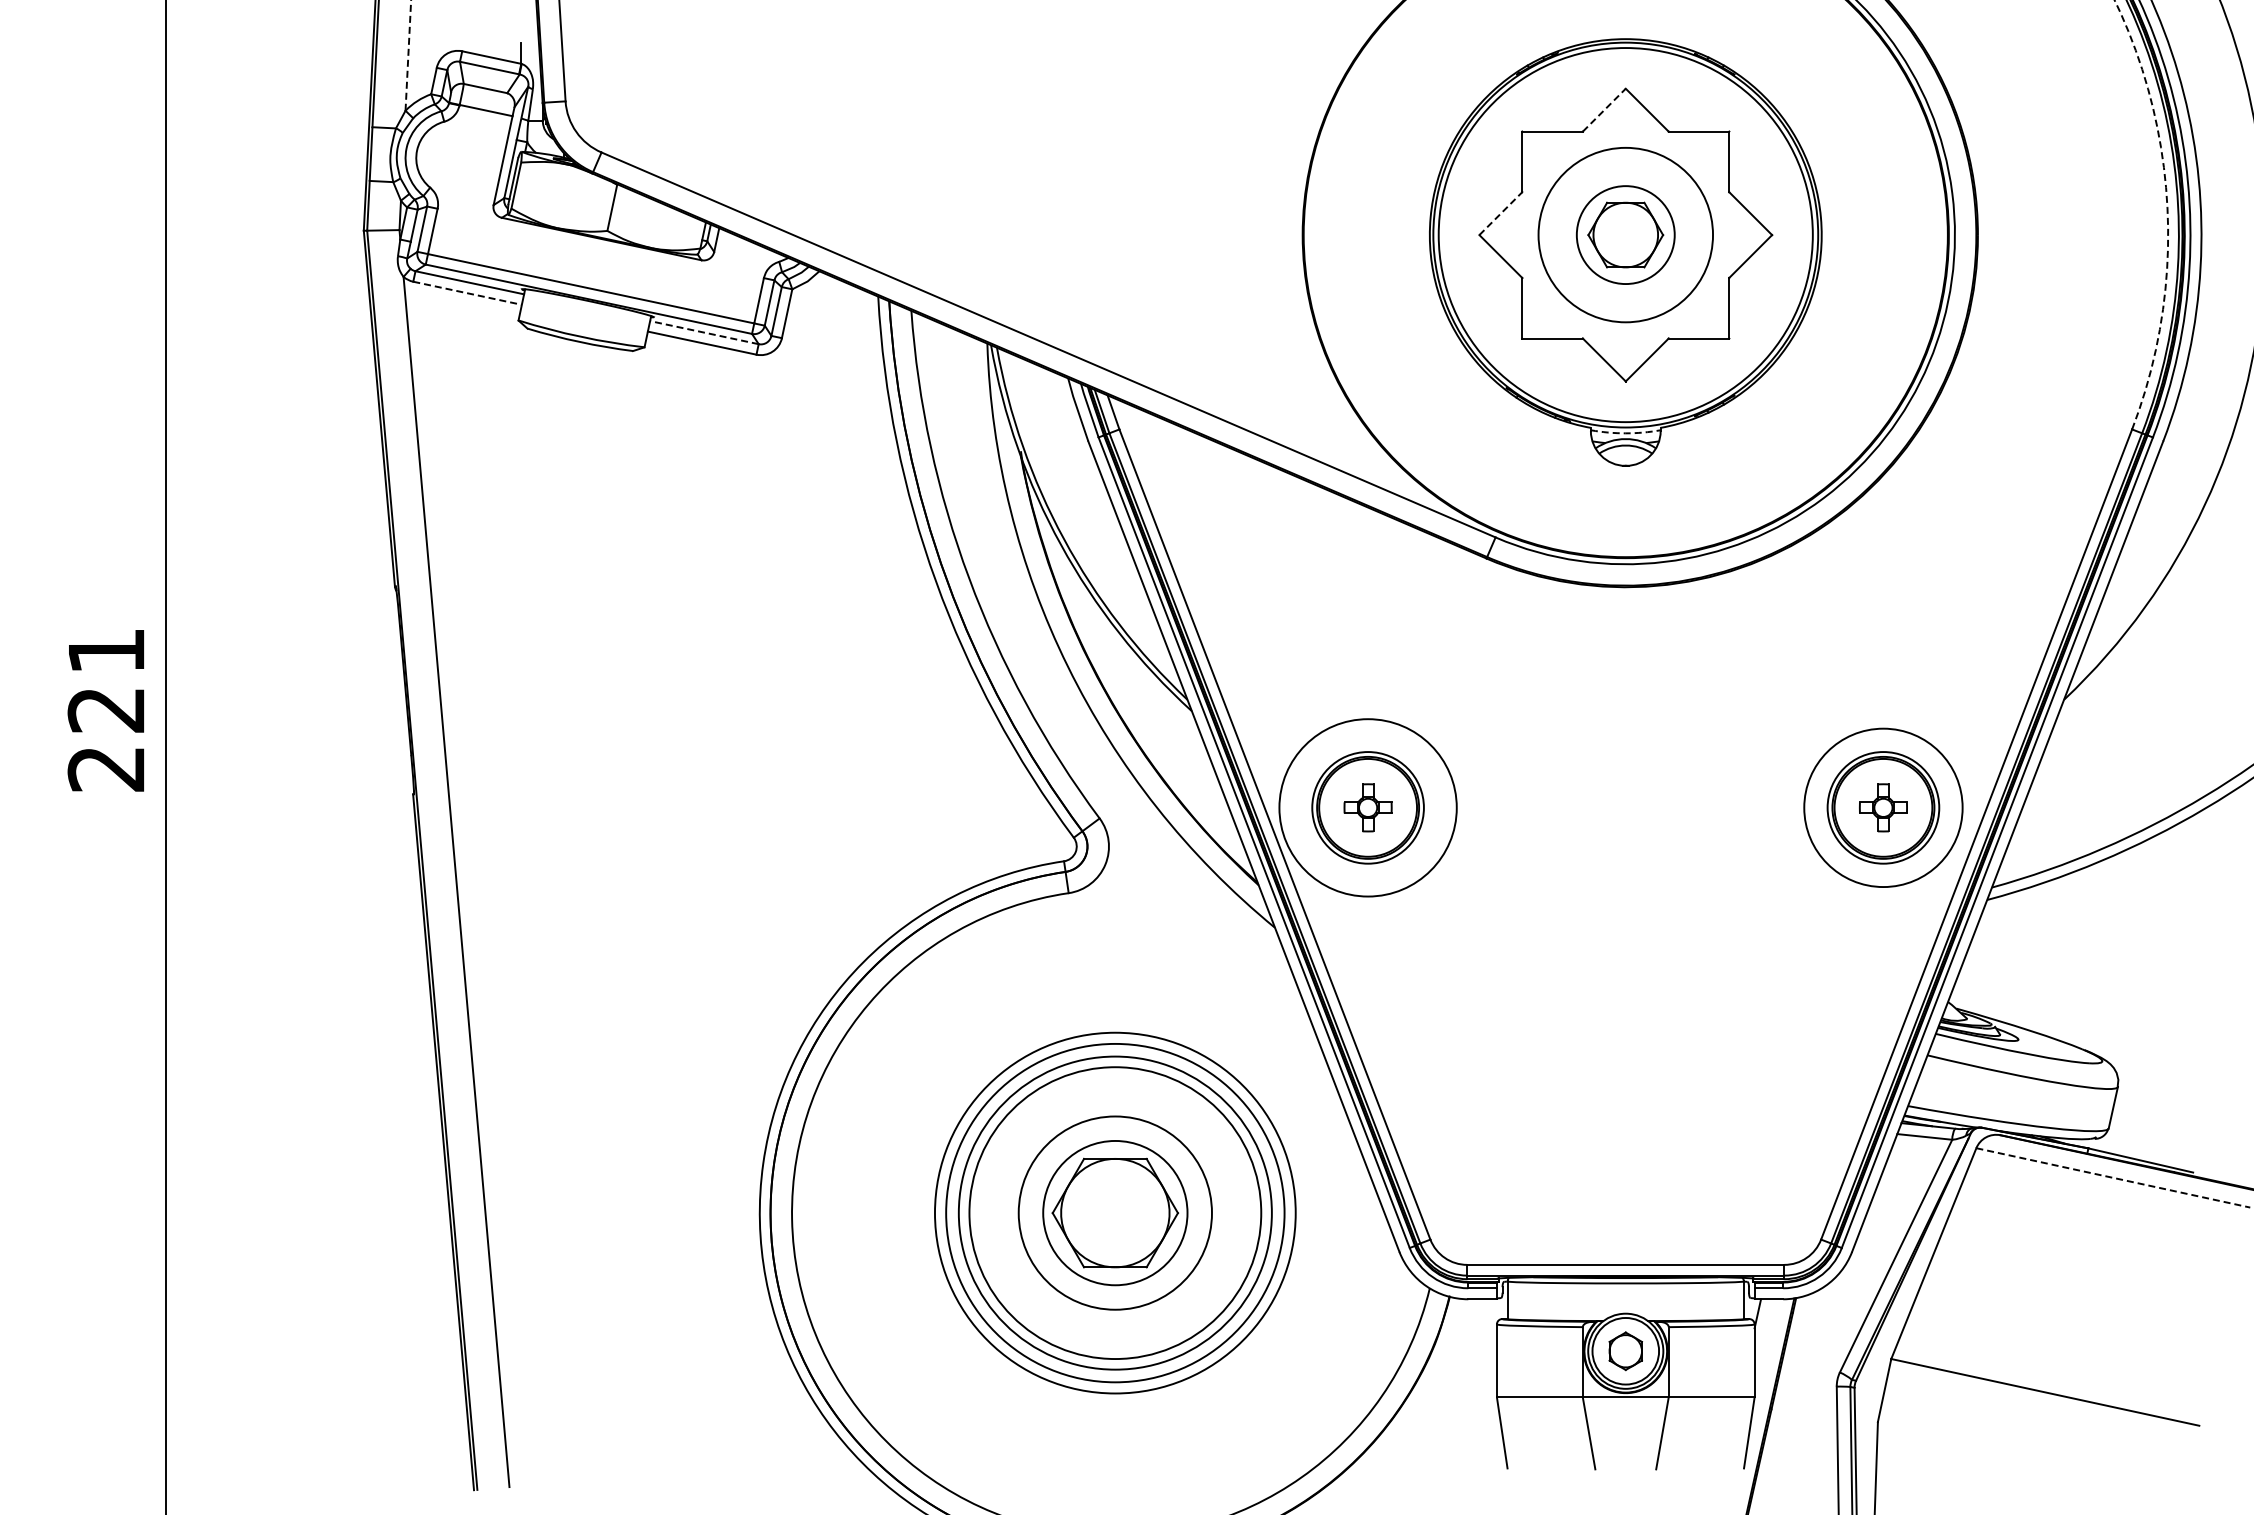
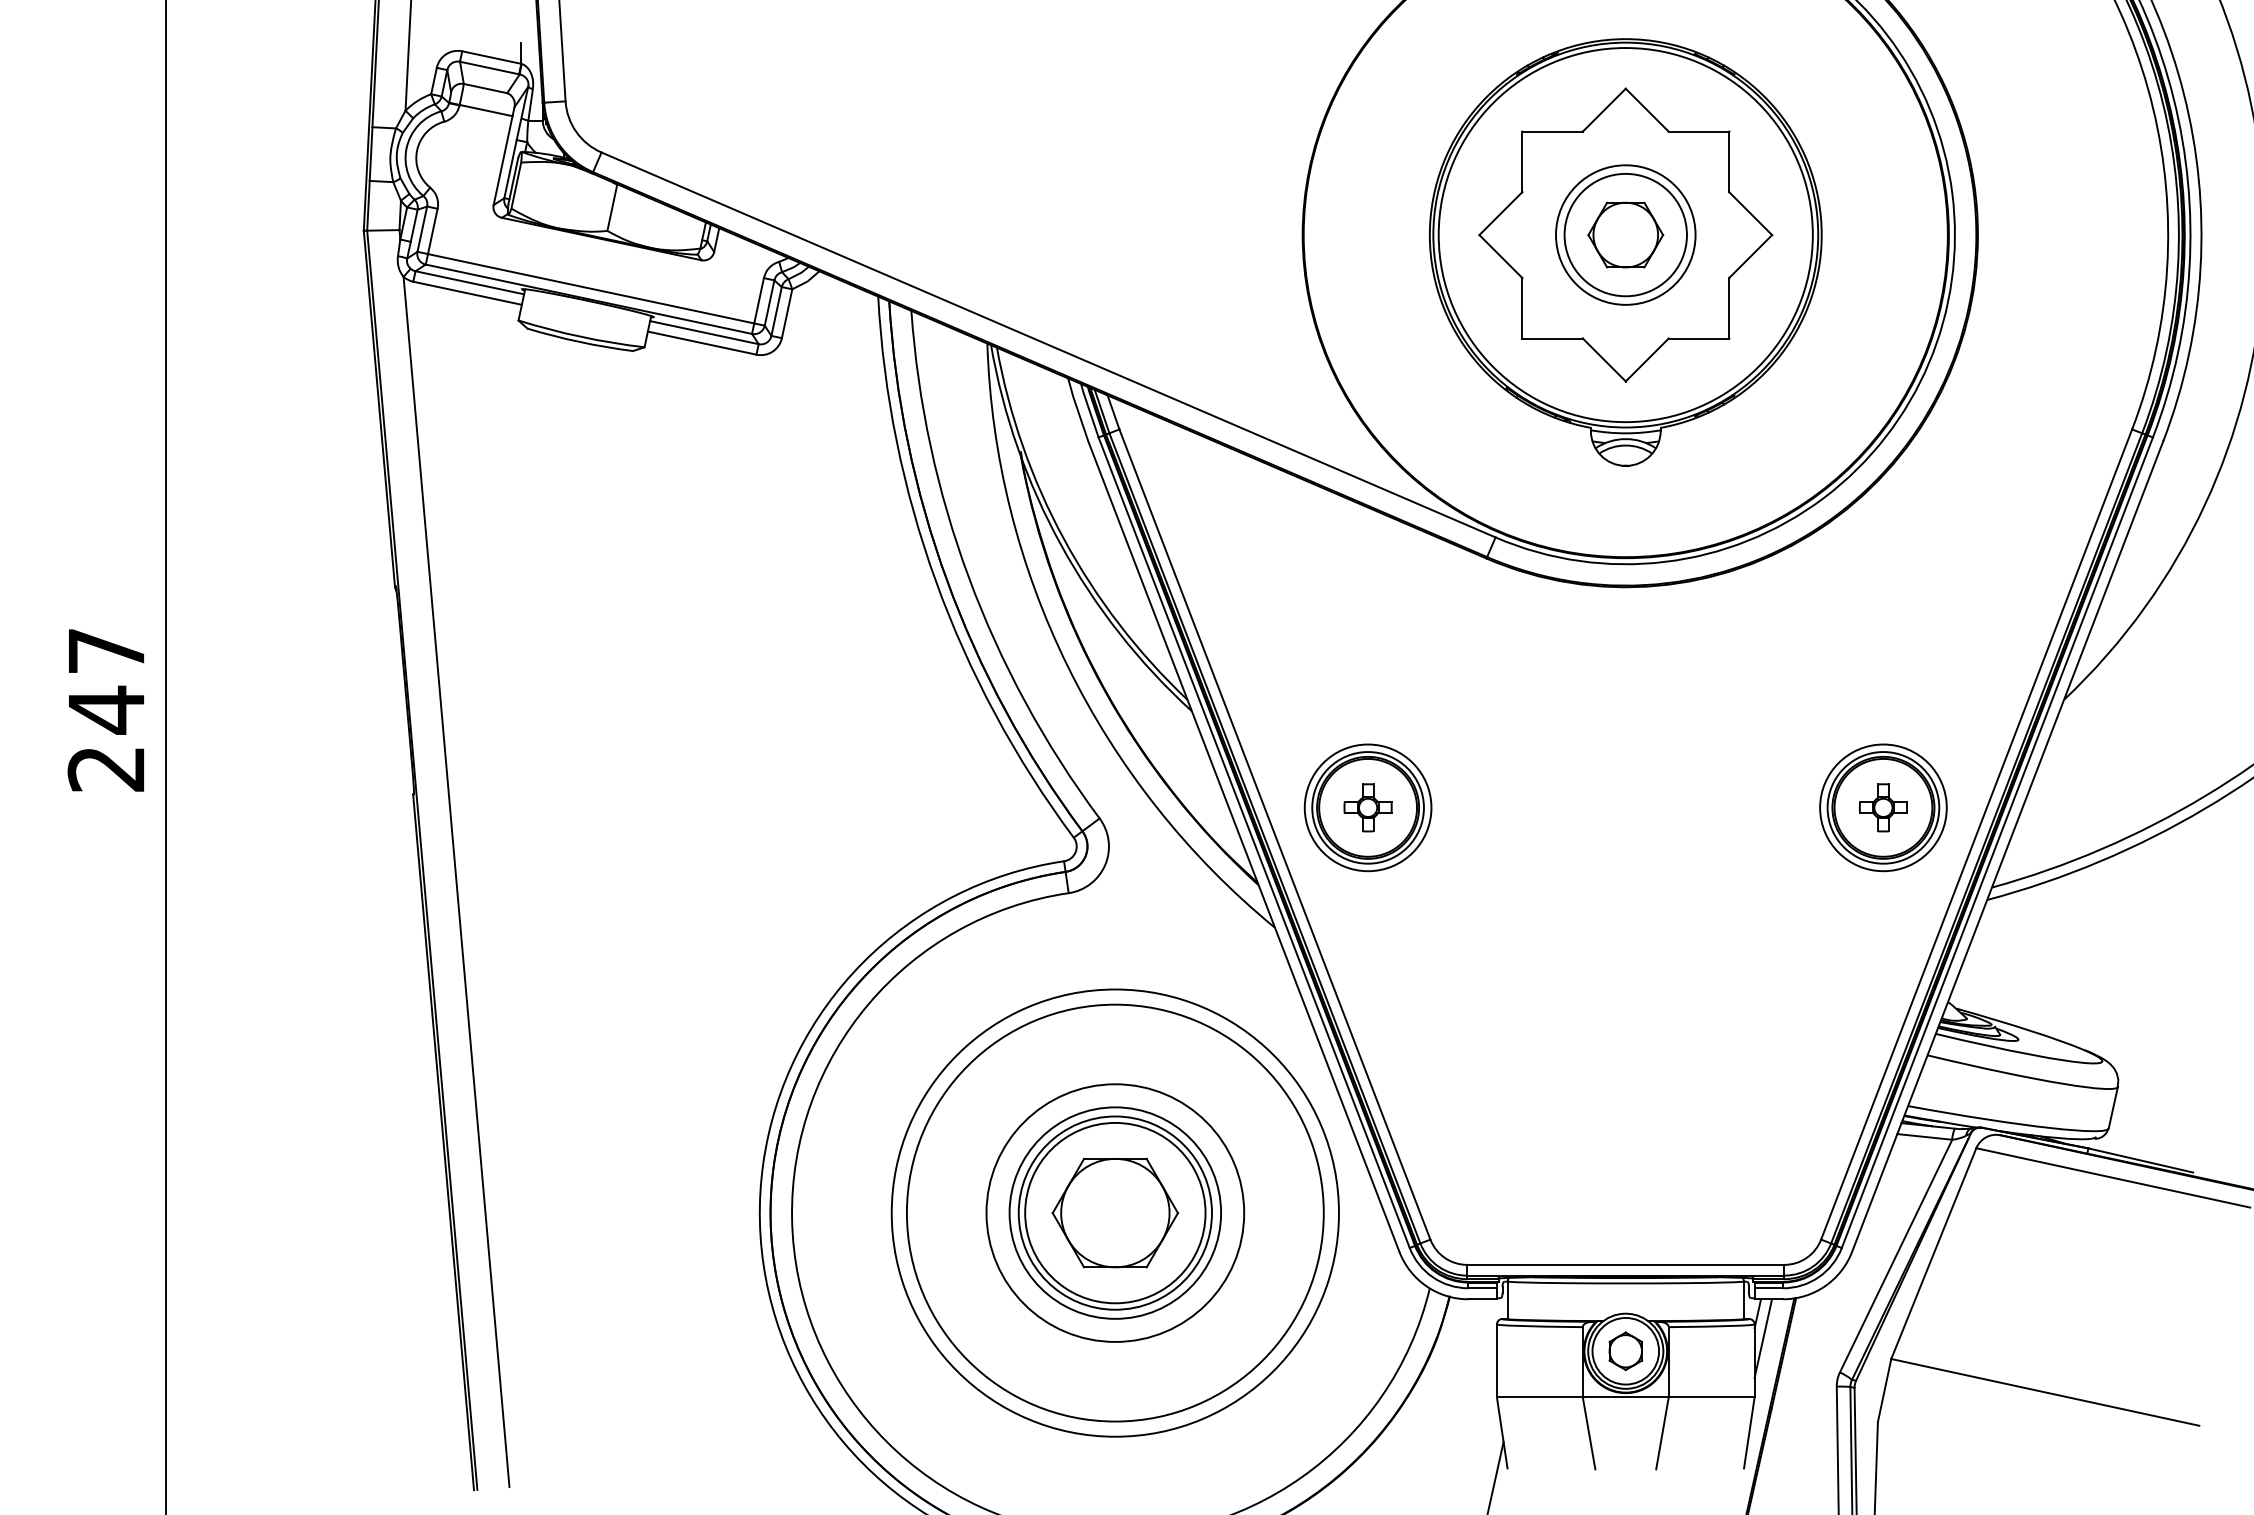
line at (408, 54): dashed -> solid
line at (1604, 109): dashed -> solid
arc at (2167, 210): dashed -> solid
line at (1501, 213): dashed -> solid
circle at (1625, 234) diameter: 174 px -> 140 px
circle at (1625, 235) diameter: 98 px -> 122 px
line at (467, 293): dashed -> solid
line at (704, 332): dashed -> solid
arc at (1625, 433): dashed -> solid
text at (105, 681): 221 -> 247
circle at (1367, 807) diameter: 177 px -> 127 px
circle at (1883, 807) diameter: 158 px -> 127 px
line at (2113, 1178): dashed -> solid
circle at (1114, 1212) diameter: 313 px -> 447 px
circle at (1114, 1212) diameter: 361 px -> 258 px
circle at (1115, 1212) diameter: 144 px -> 180 px
circle at (1115, 1212) diameter: 338 px -> 212 px
circle at (1115, 1213) diameter: 292 px -> 417 px
line at (1763, 1338): none -> present
line at (1495, 1476): none -> present
